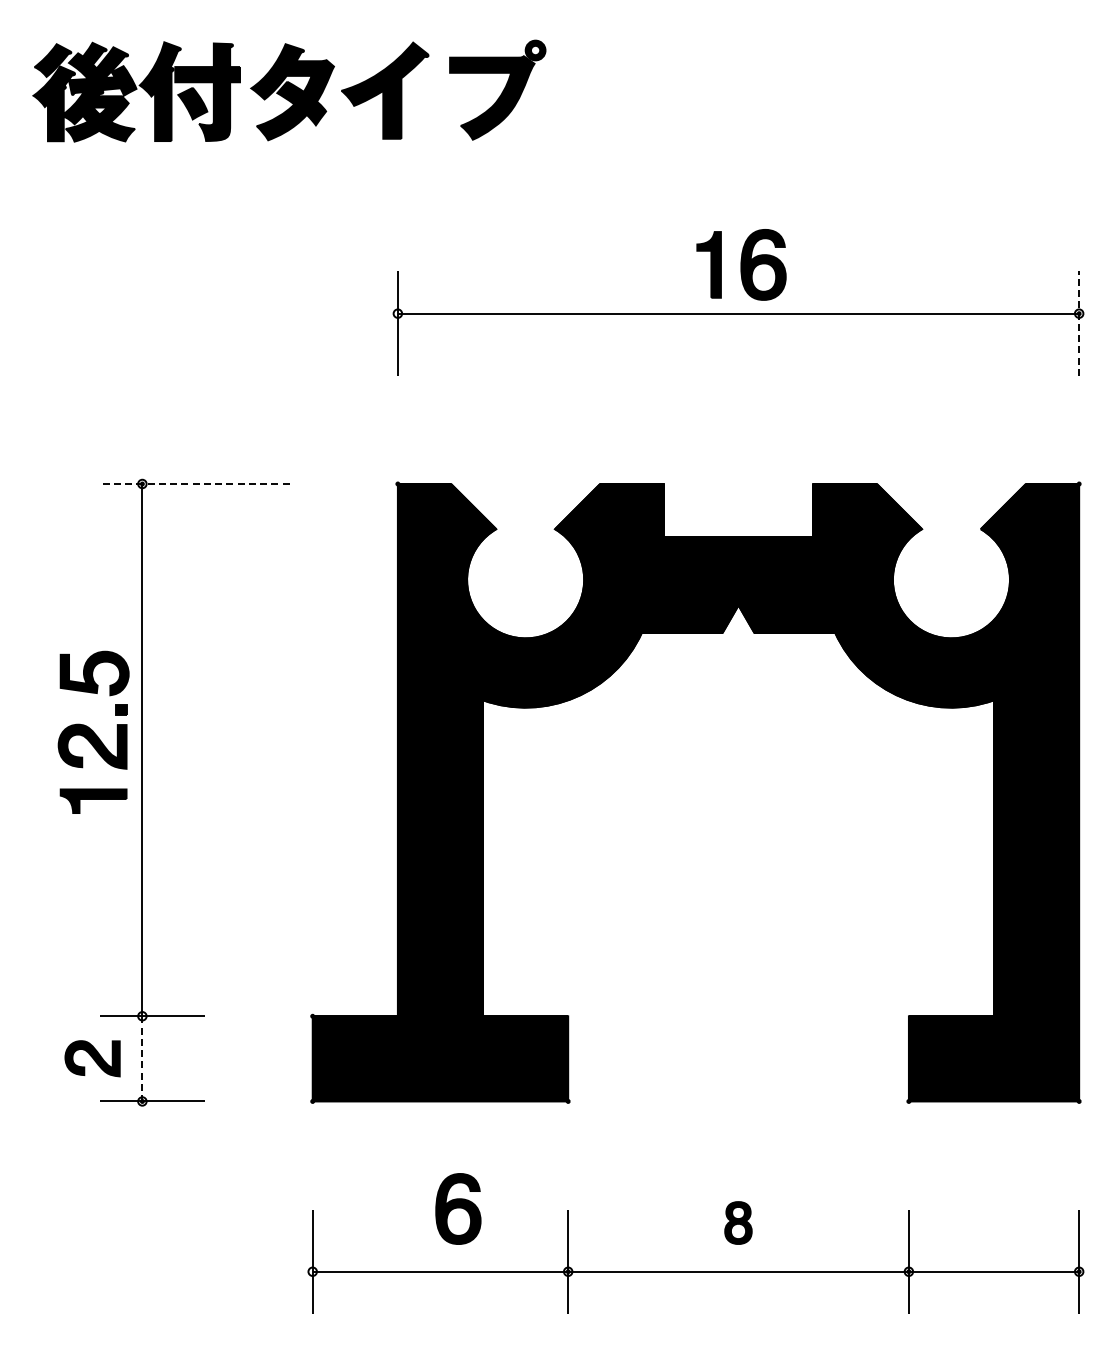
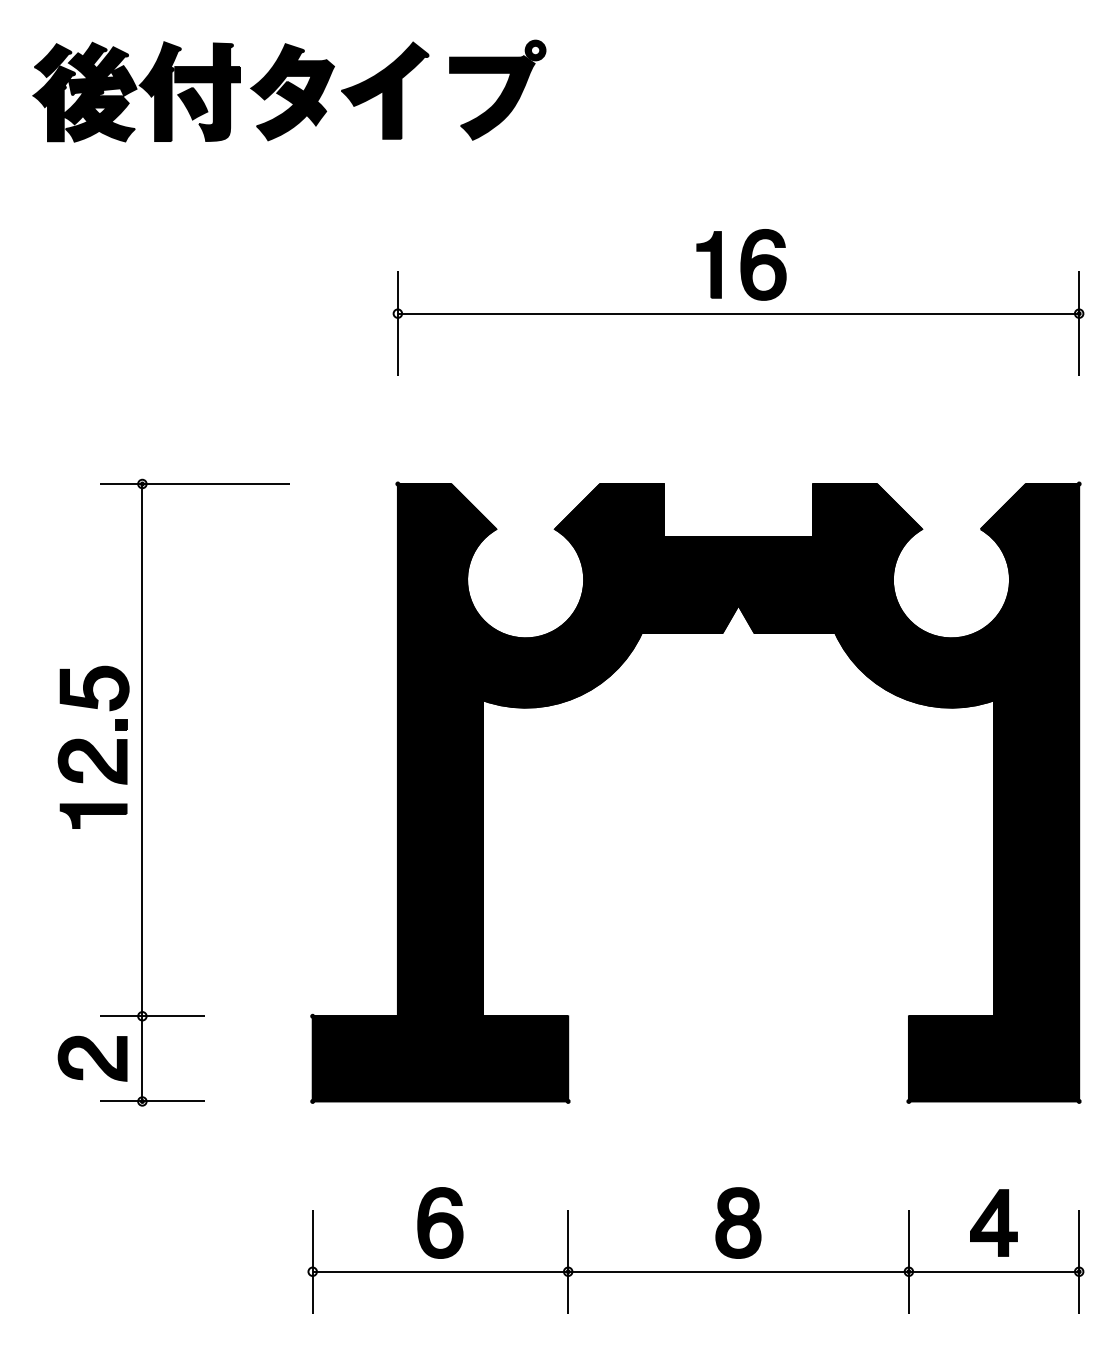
line at (1079, 322): dashed -> solid
line at (194, 484): dashed -> solid
part at (93, 731) position: (93, 731) -> (93, 746)
part at (92, 1058) size: 57x38 px -> 71x47 px
line at (142, 1058): dashed -> solid
part at (458, 1208) position: (458, 1208) -> (440, 1222)
part at (738, 1222) size: 29x44 px -> 47x72 px
part at (993, 1222): none -> present
